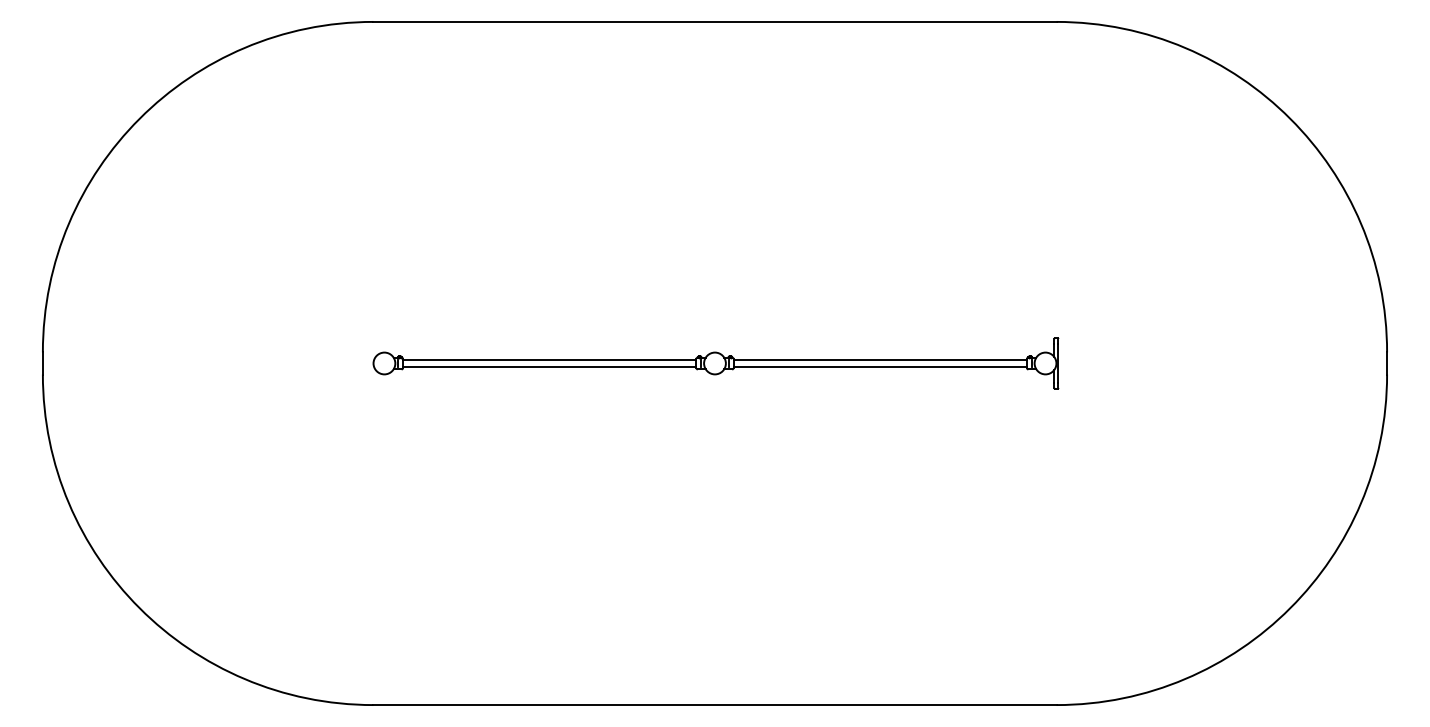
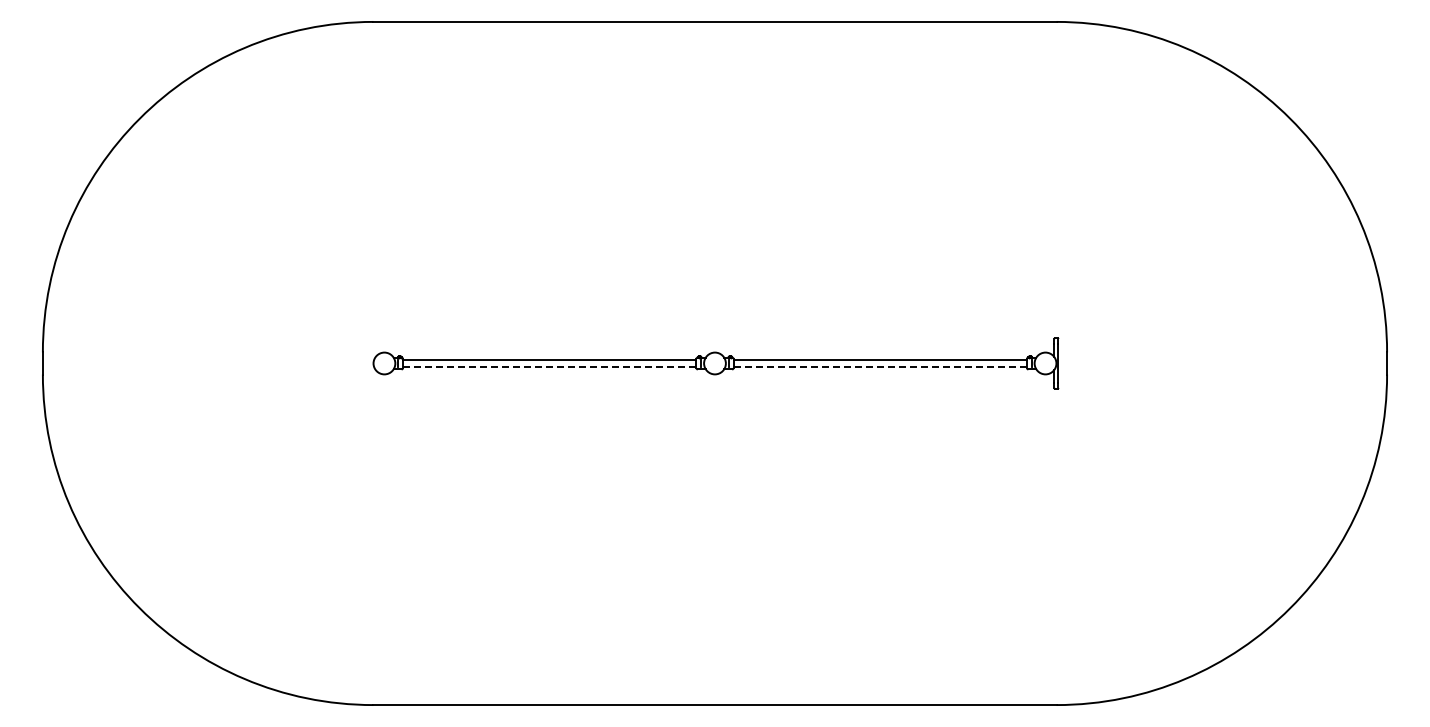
line at (549, 367): solid -> dashed
line at (880, 367): solid -> dashed
